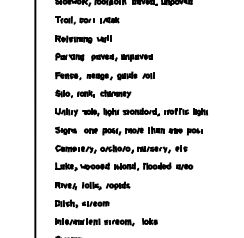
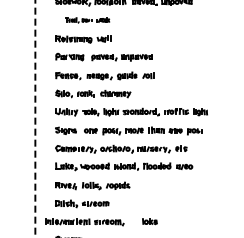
part at (87, 20) size: 65x9 px -> 46x7 px
line at (35, 118): solid -> dashed
part at (94, 222) position: (94, 222) -> (84, 222)
